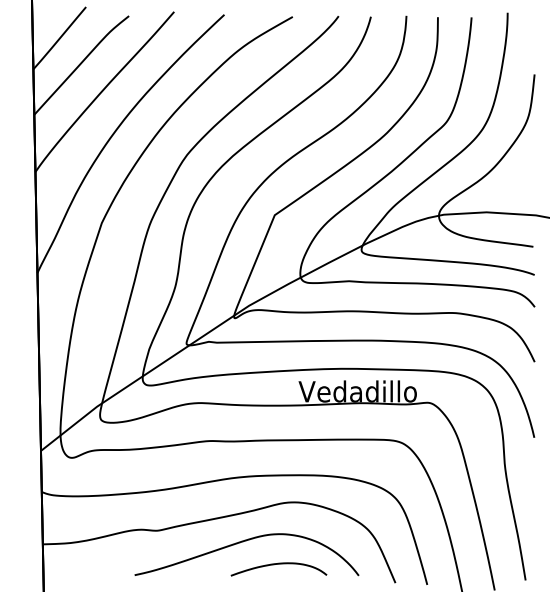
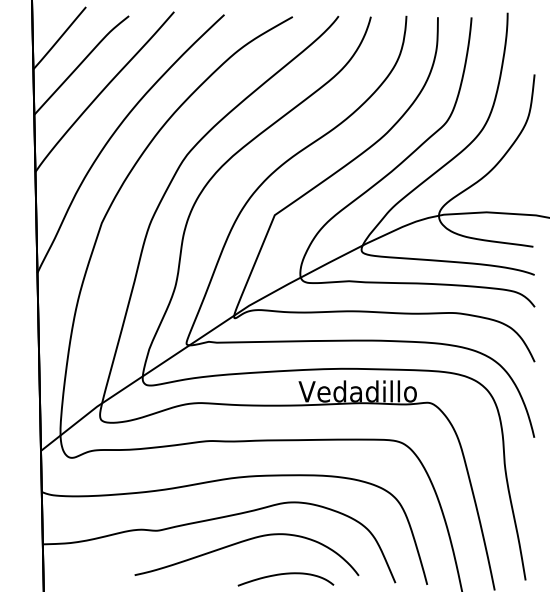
curve at (278, 564) position: (278, 564) -> (285, 574)
